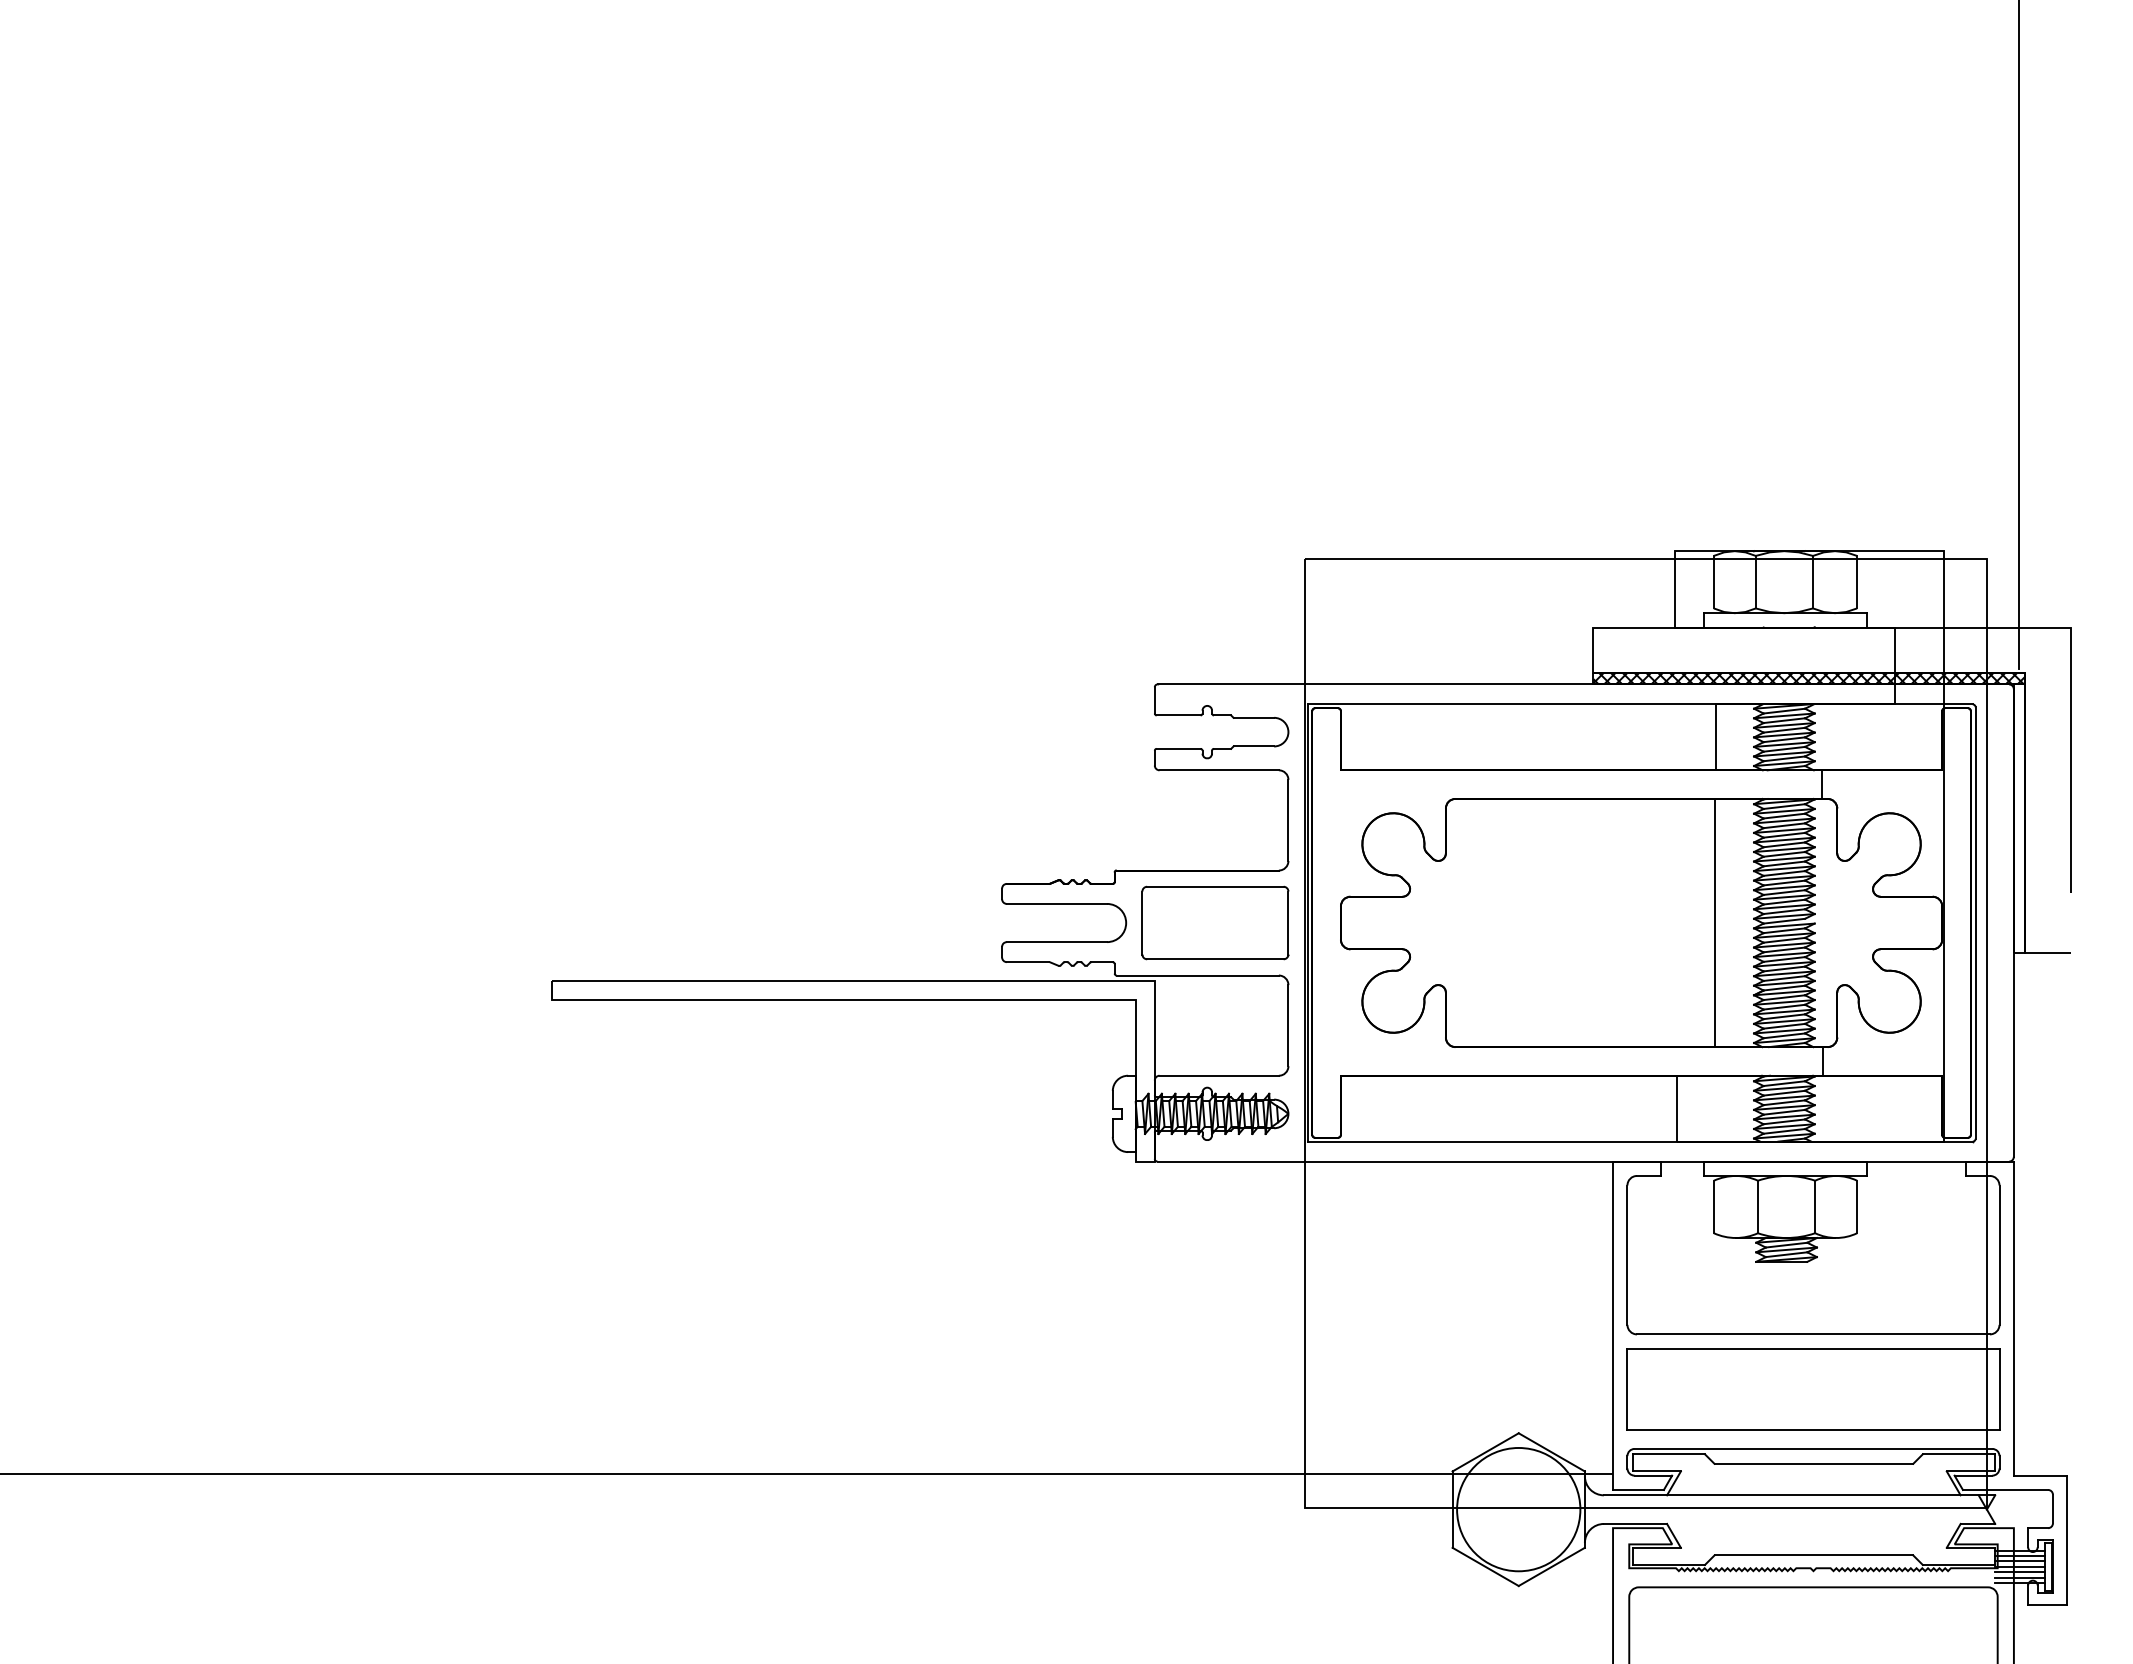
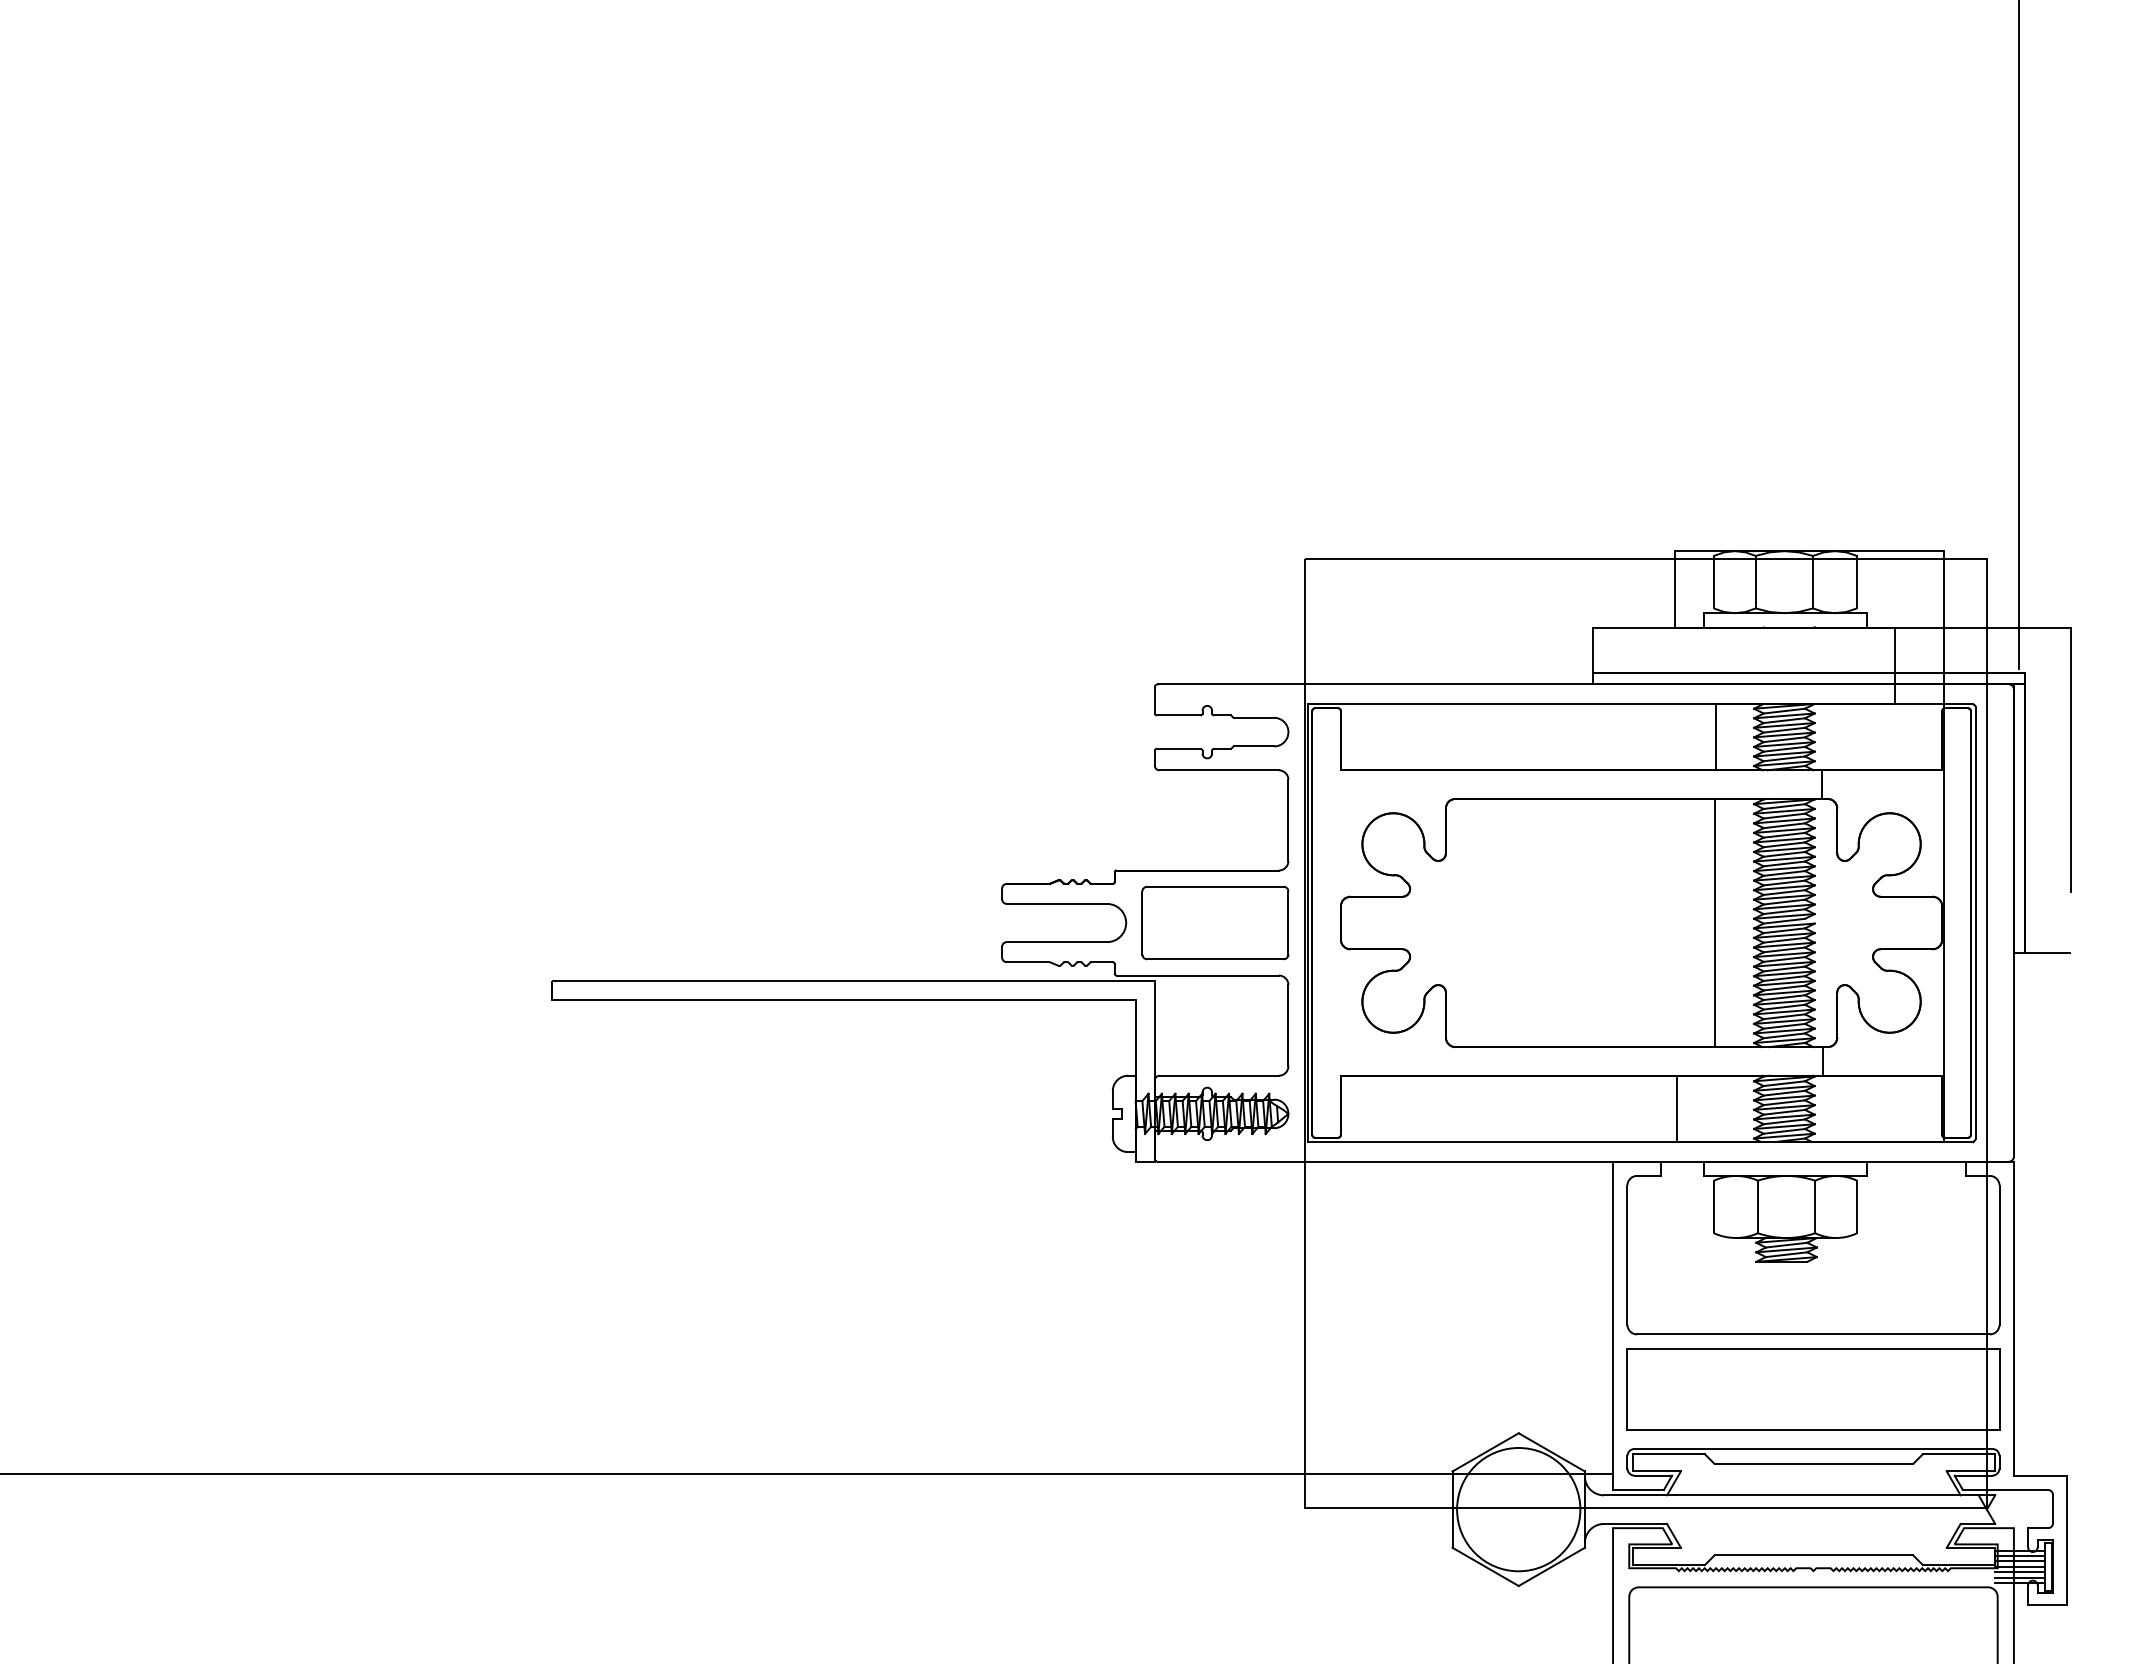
hatch at (1809, 678): present -> none
